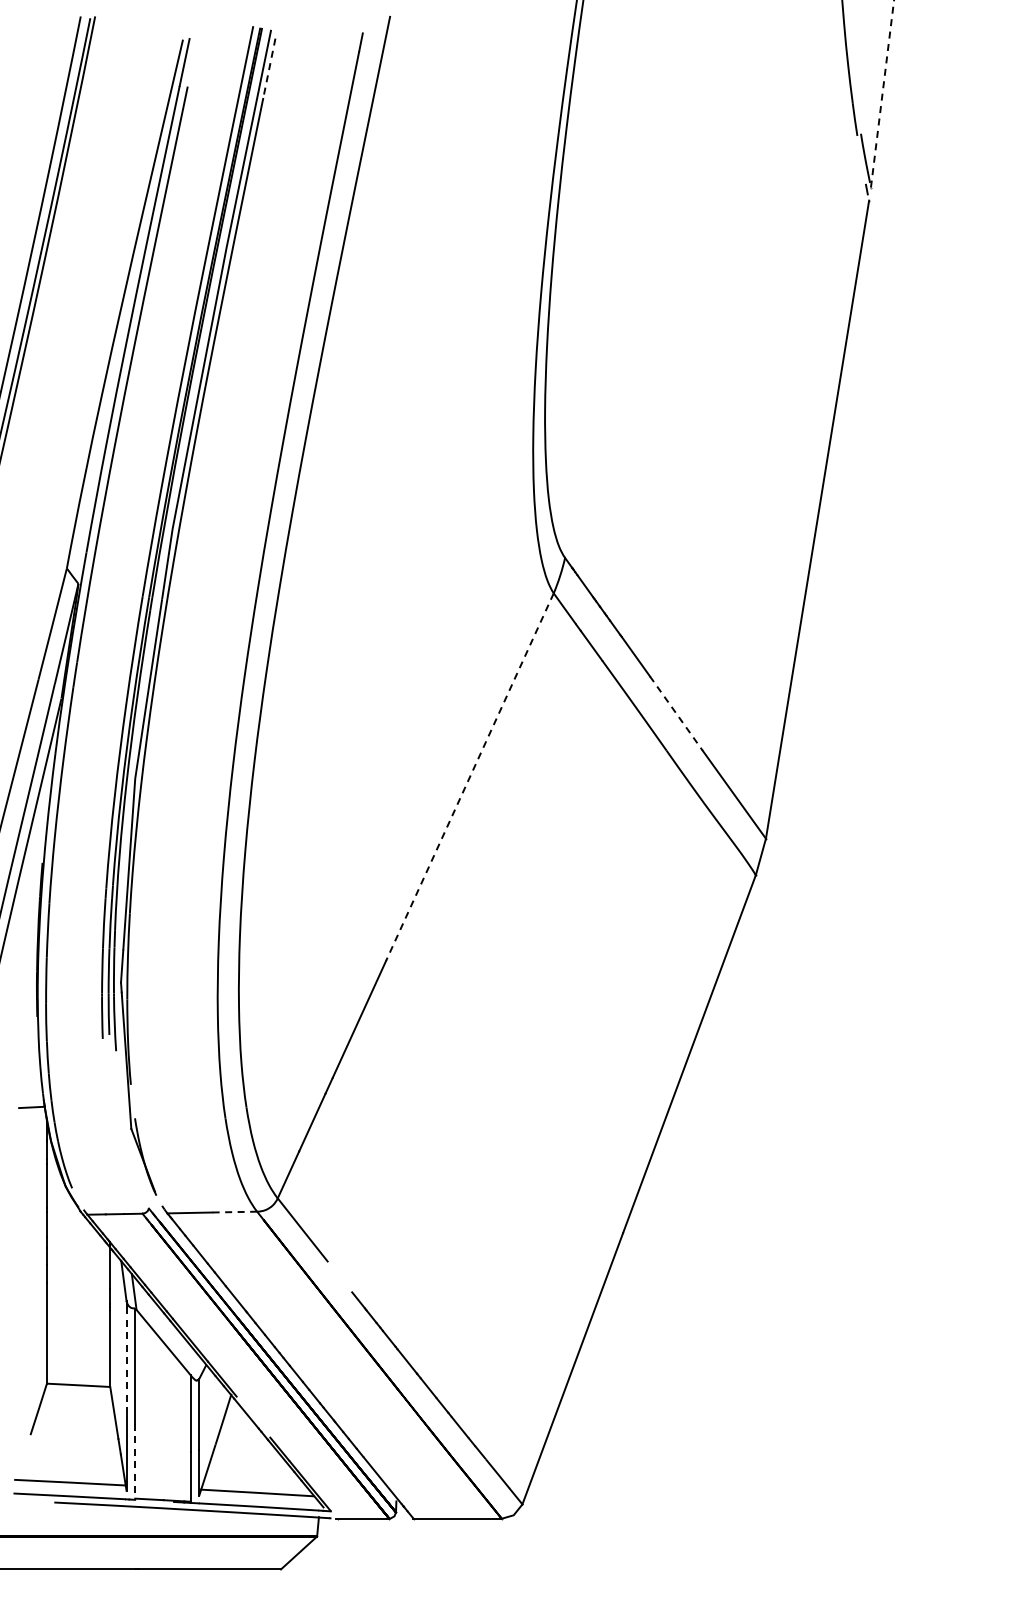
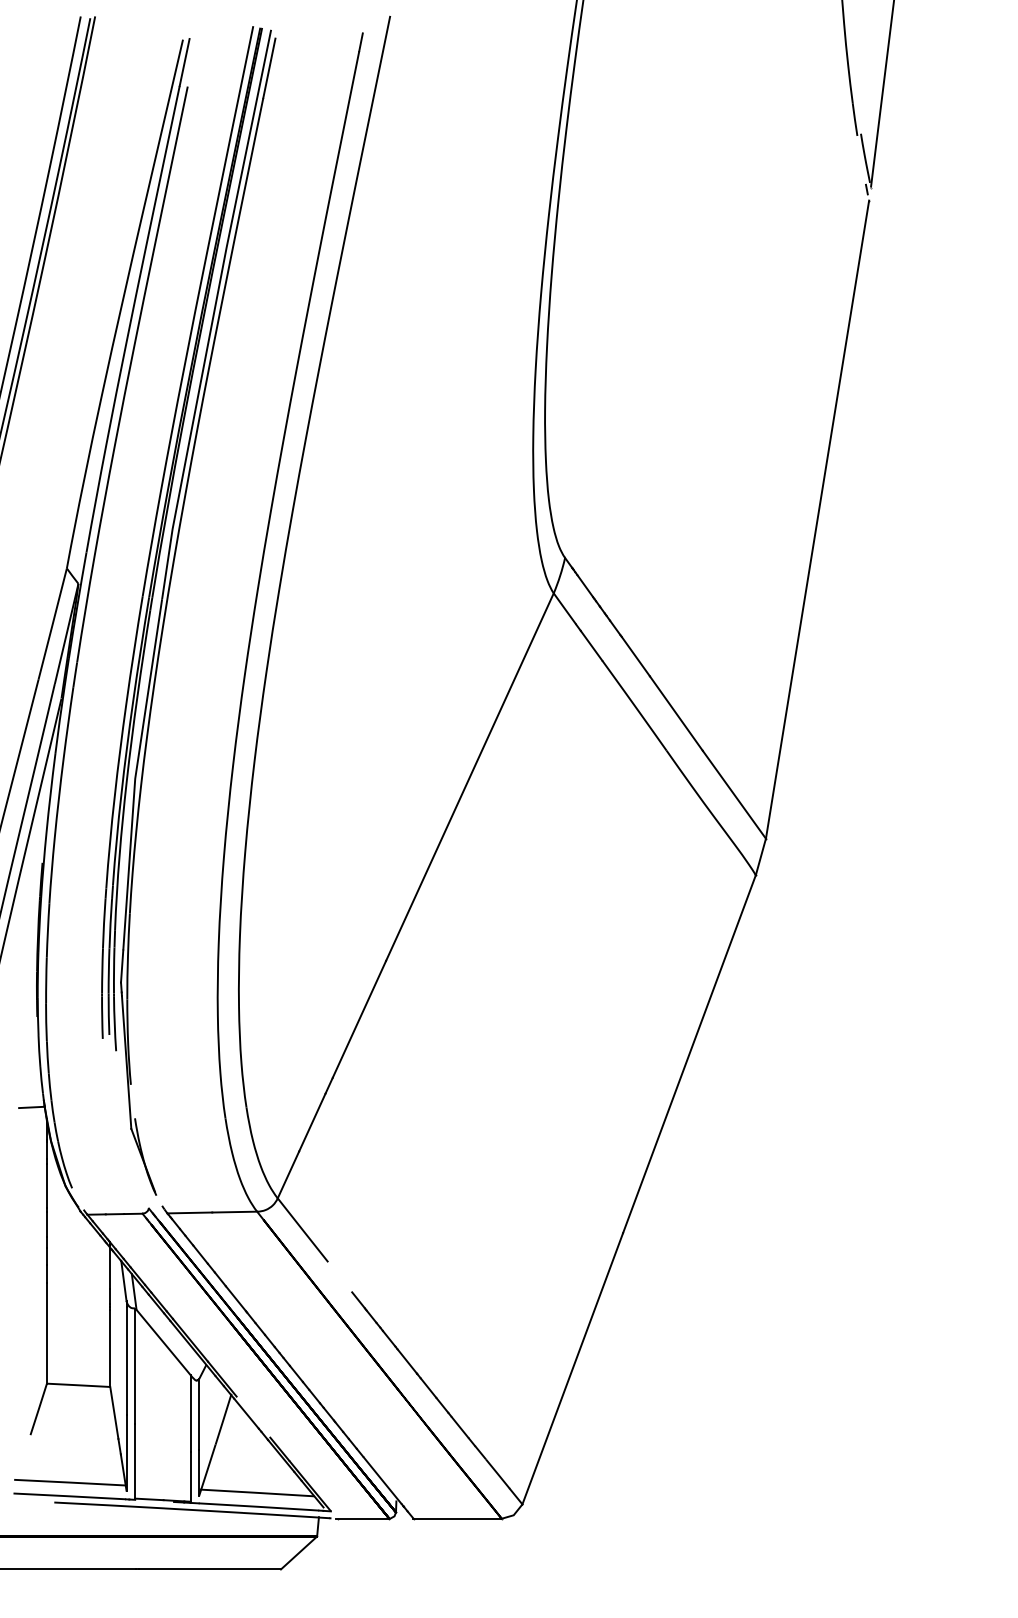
line at (269, 68): dashed -> solid
line at (882, 93): dashed -> solid
line at (676, 713): dashed -> solid
line at (469, 777): dashed -> solid
line at (234, 1212): dashed -> solid
line at (126, 1361): dashed -> solid
line at (135, 1461): dashed -> solid
